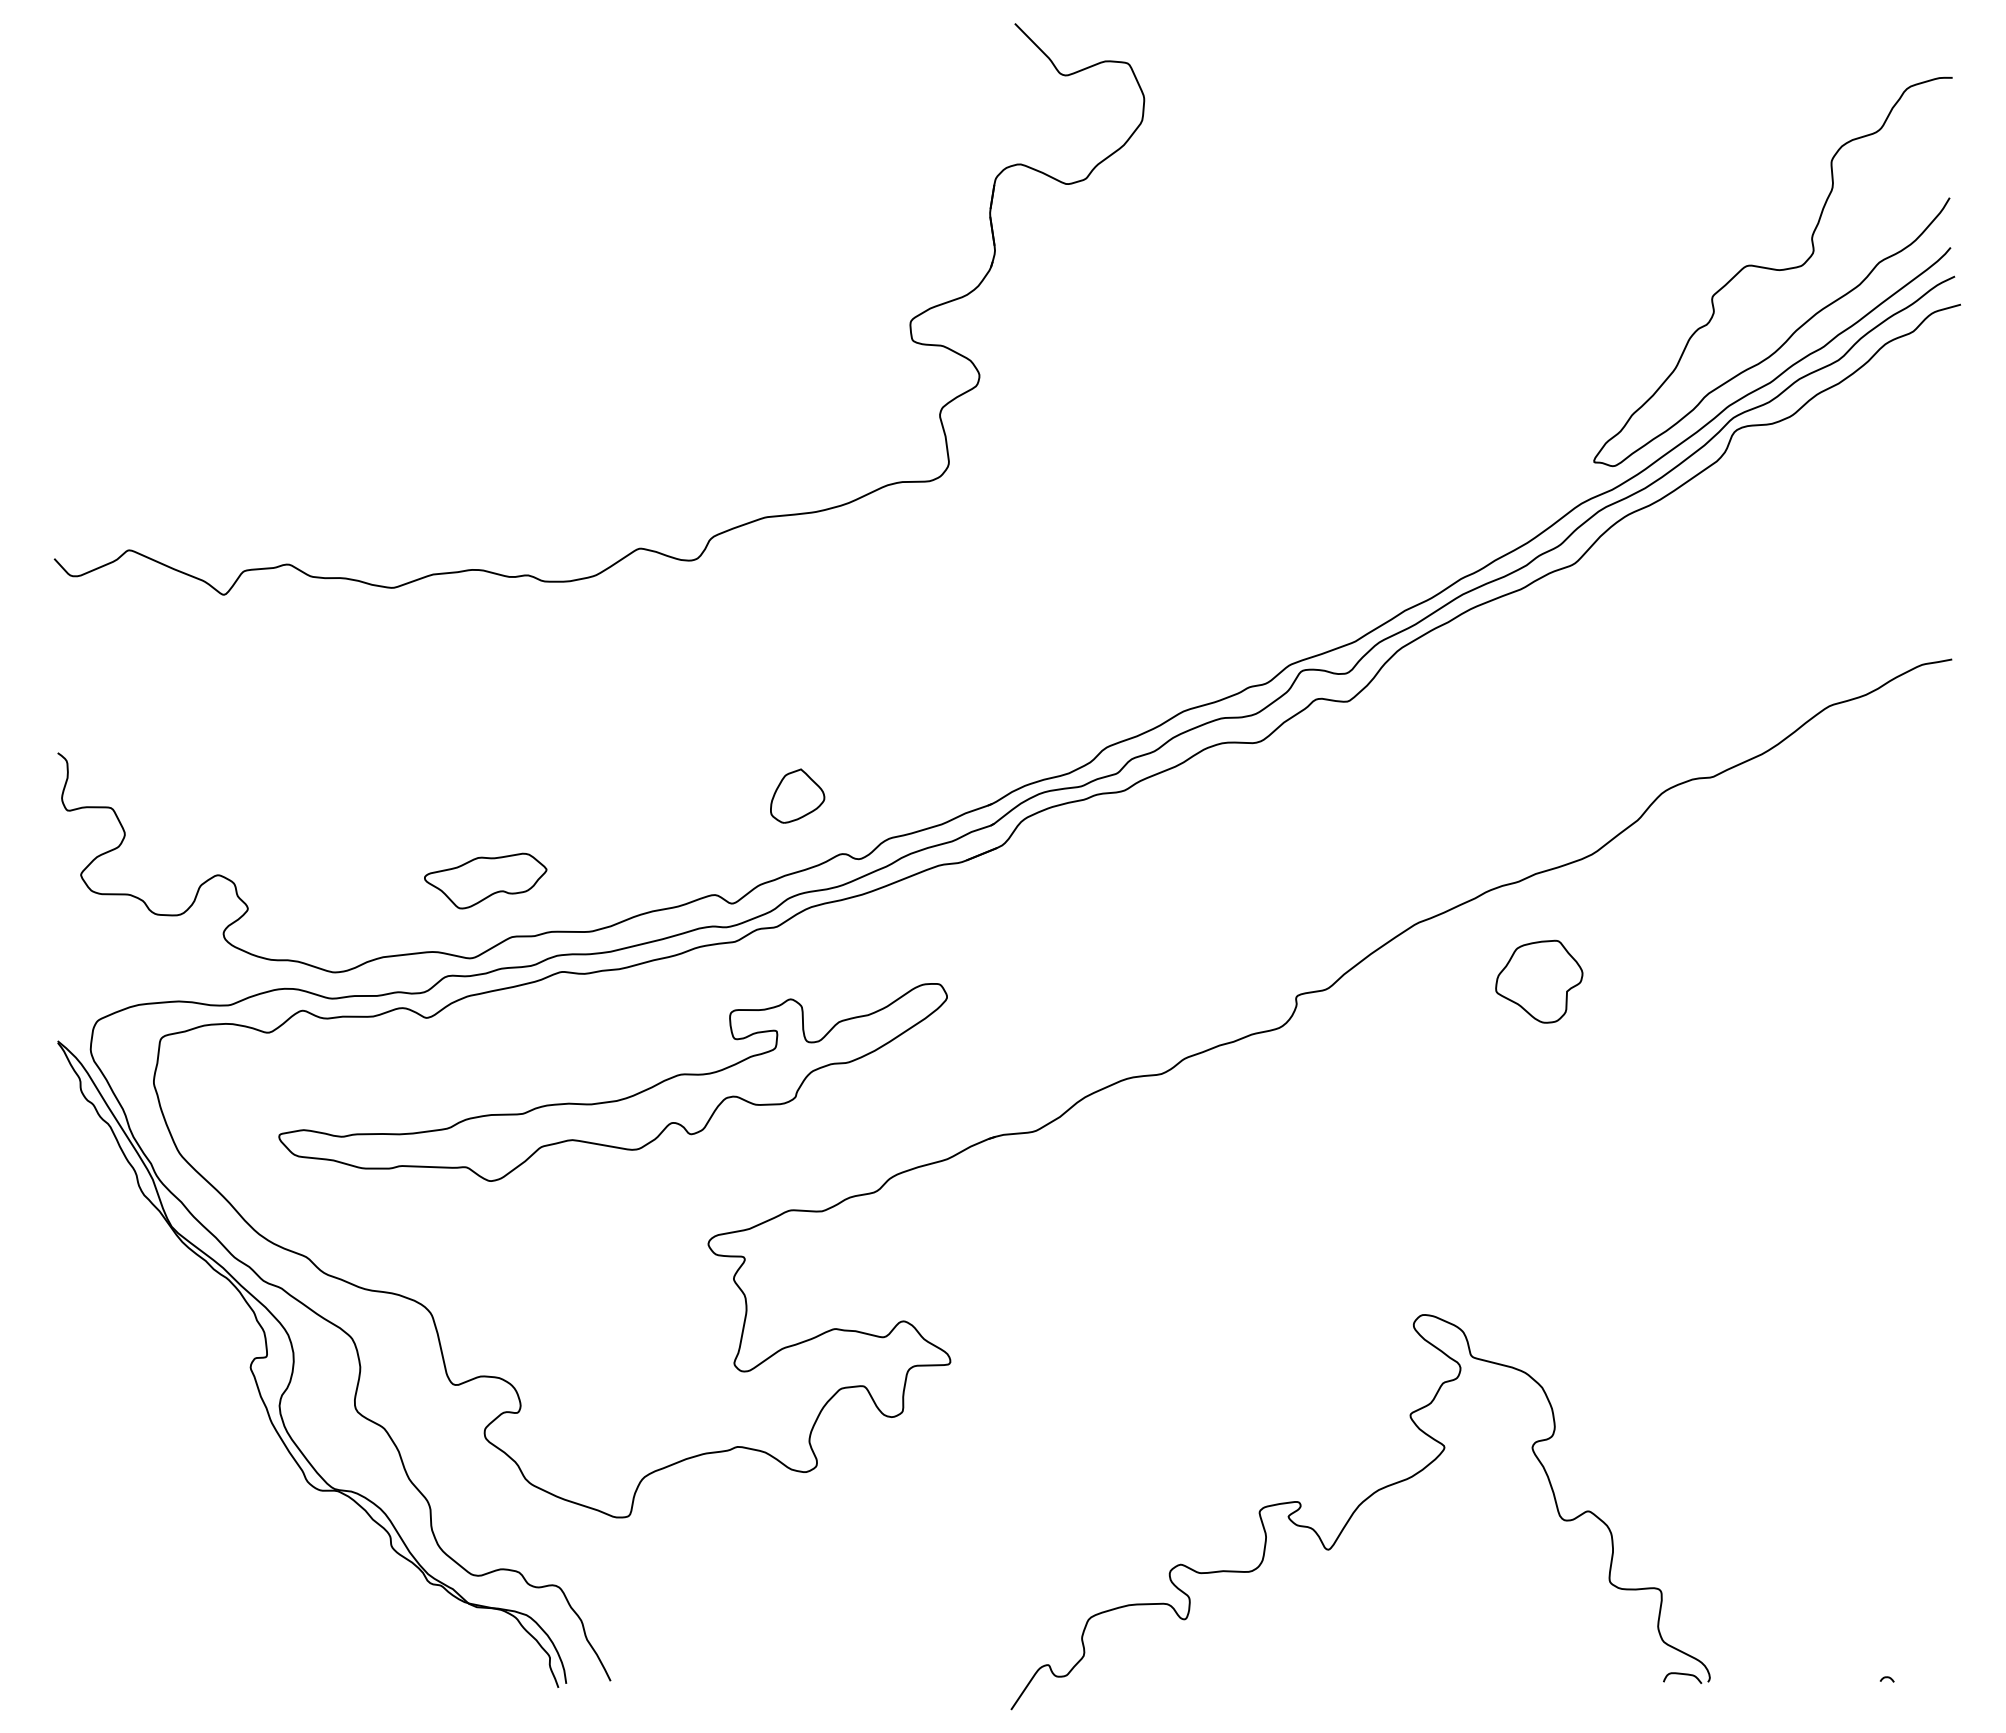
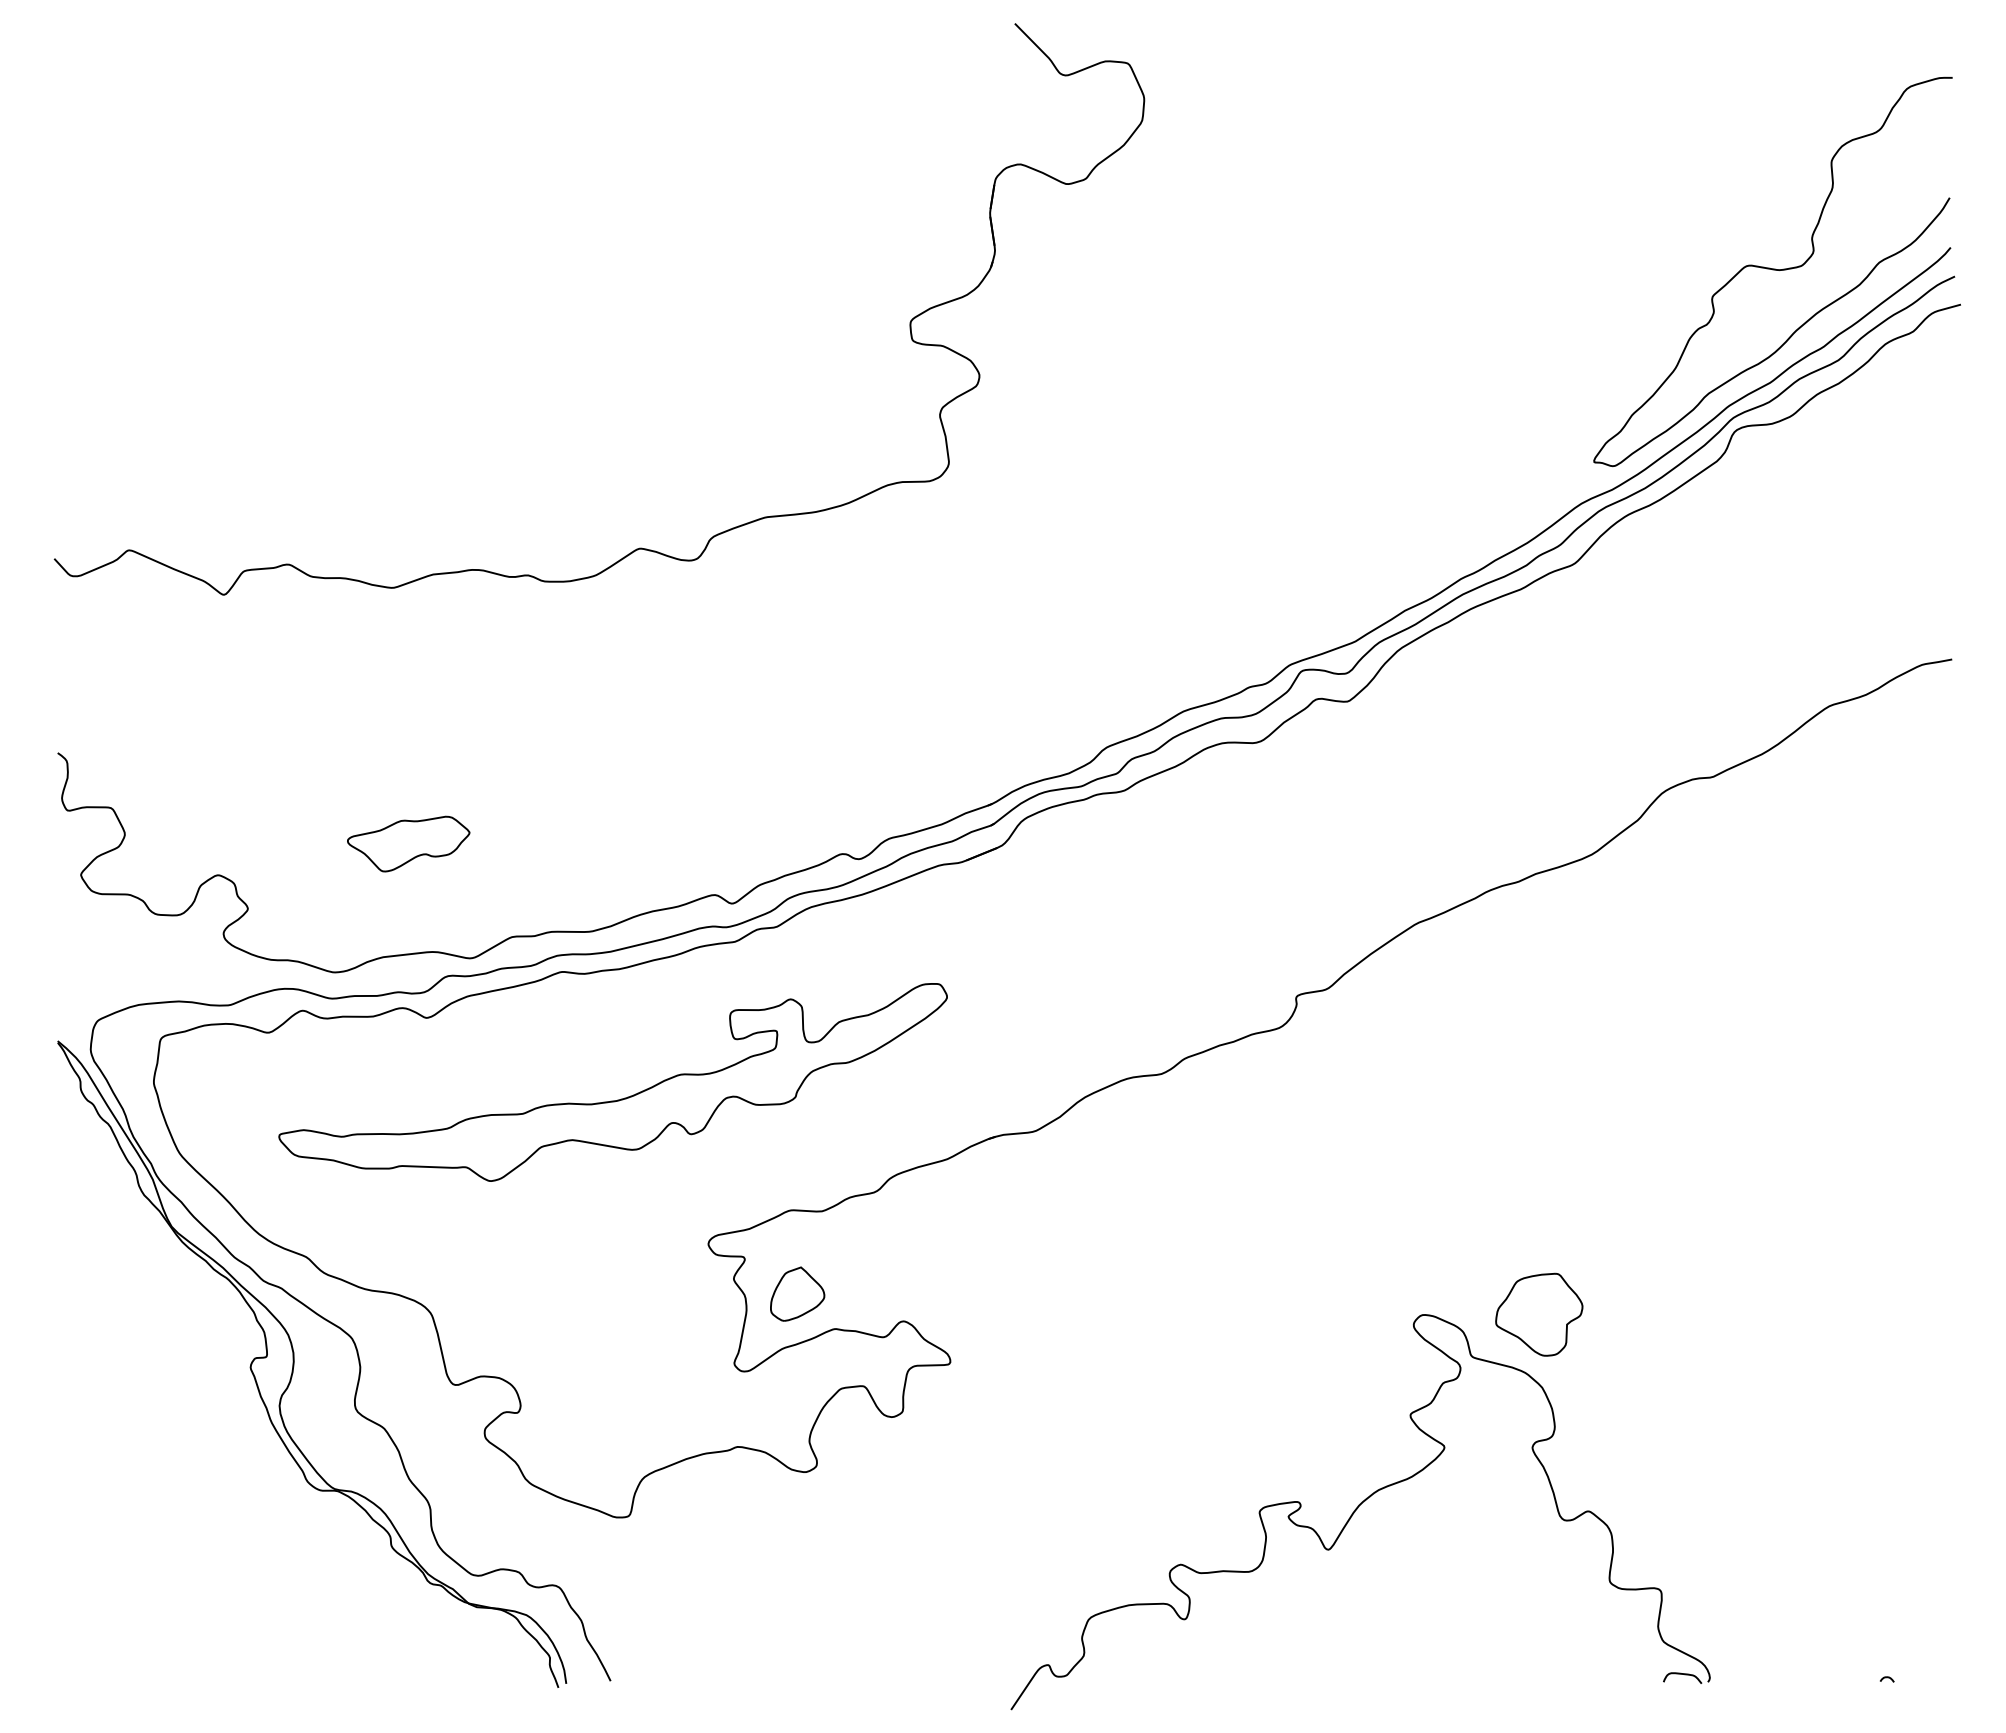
part at (797, 795) position: (797, 795) -> (797, 1293)
part at (485, 880) position: (485, 880) -> (408, 843)
part at (1539, 981) position: (1539, 981) -> (1539, 1314)
